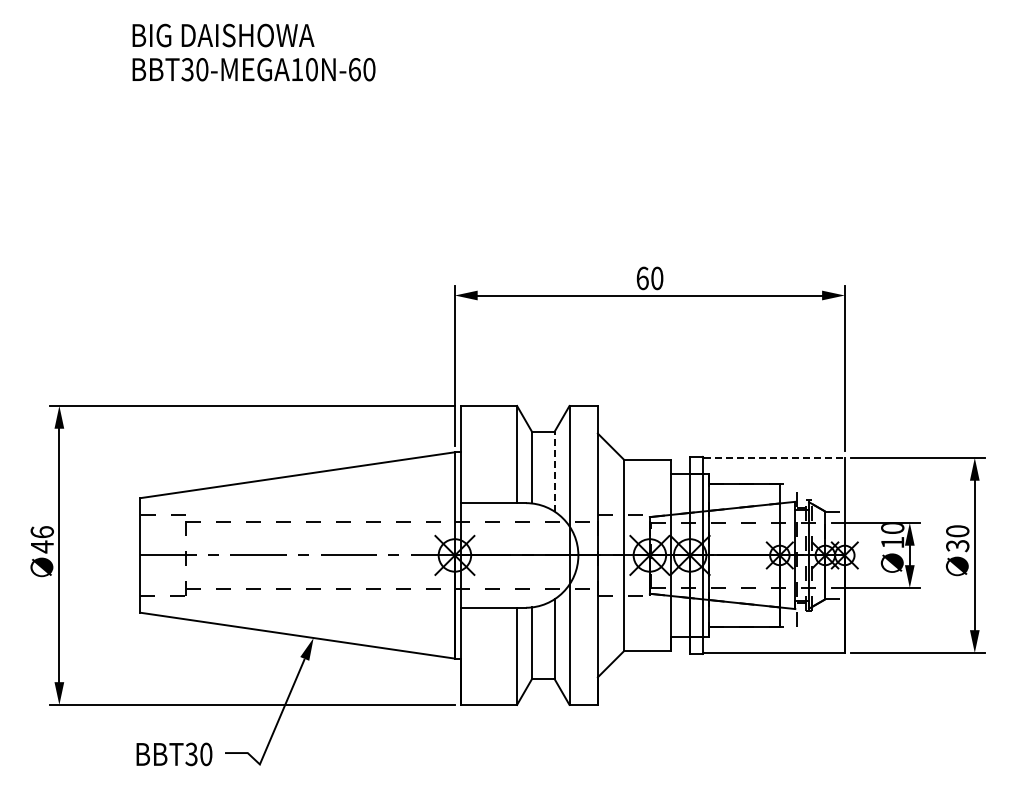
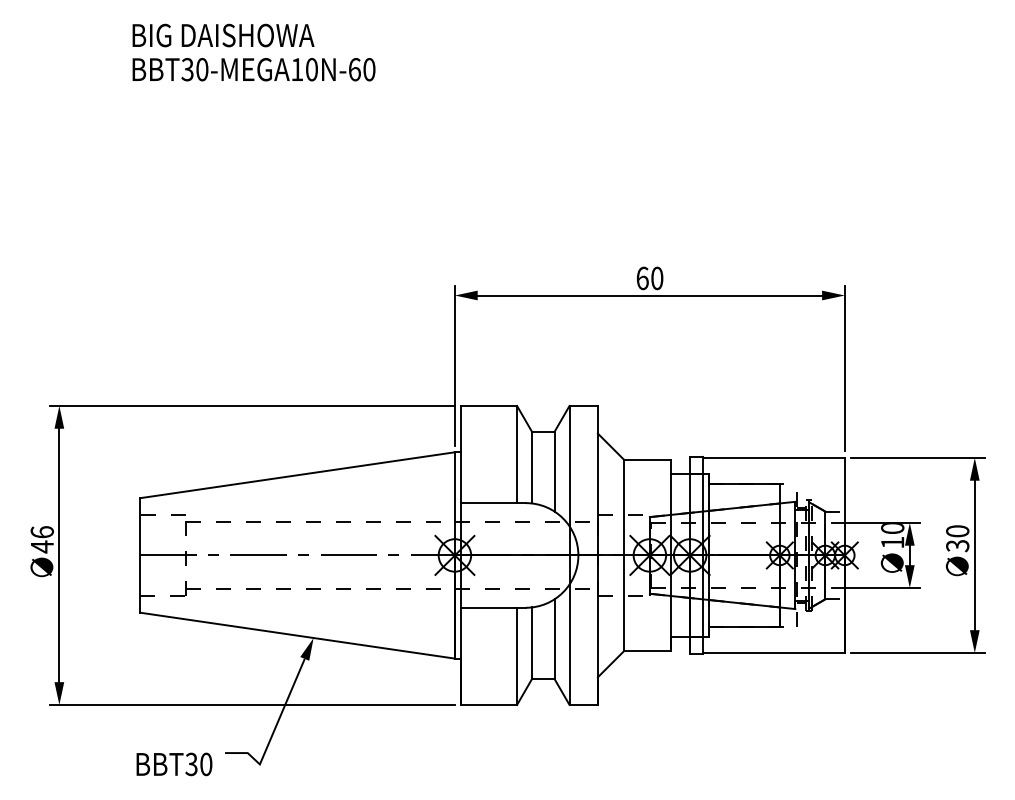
line at (774, 457): dashed -> solid
line at (554, 471): dashed -> solid
text at (174, 754) position: (174, 754) -> (174, 764)
